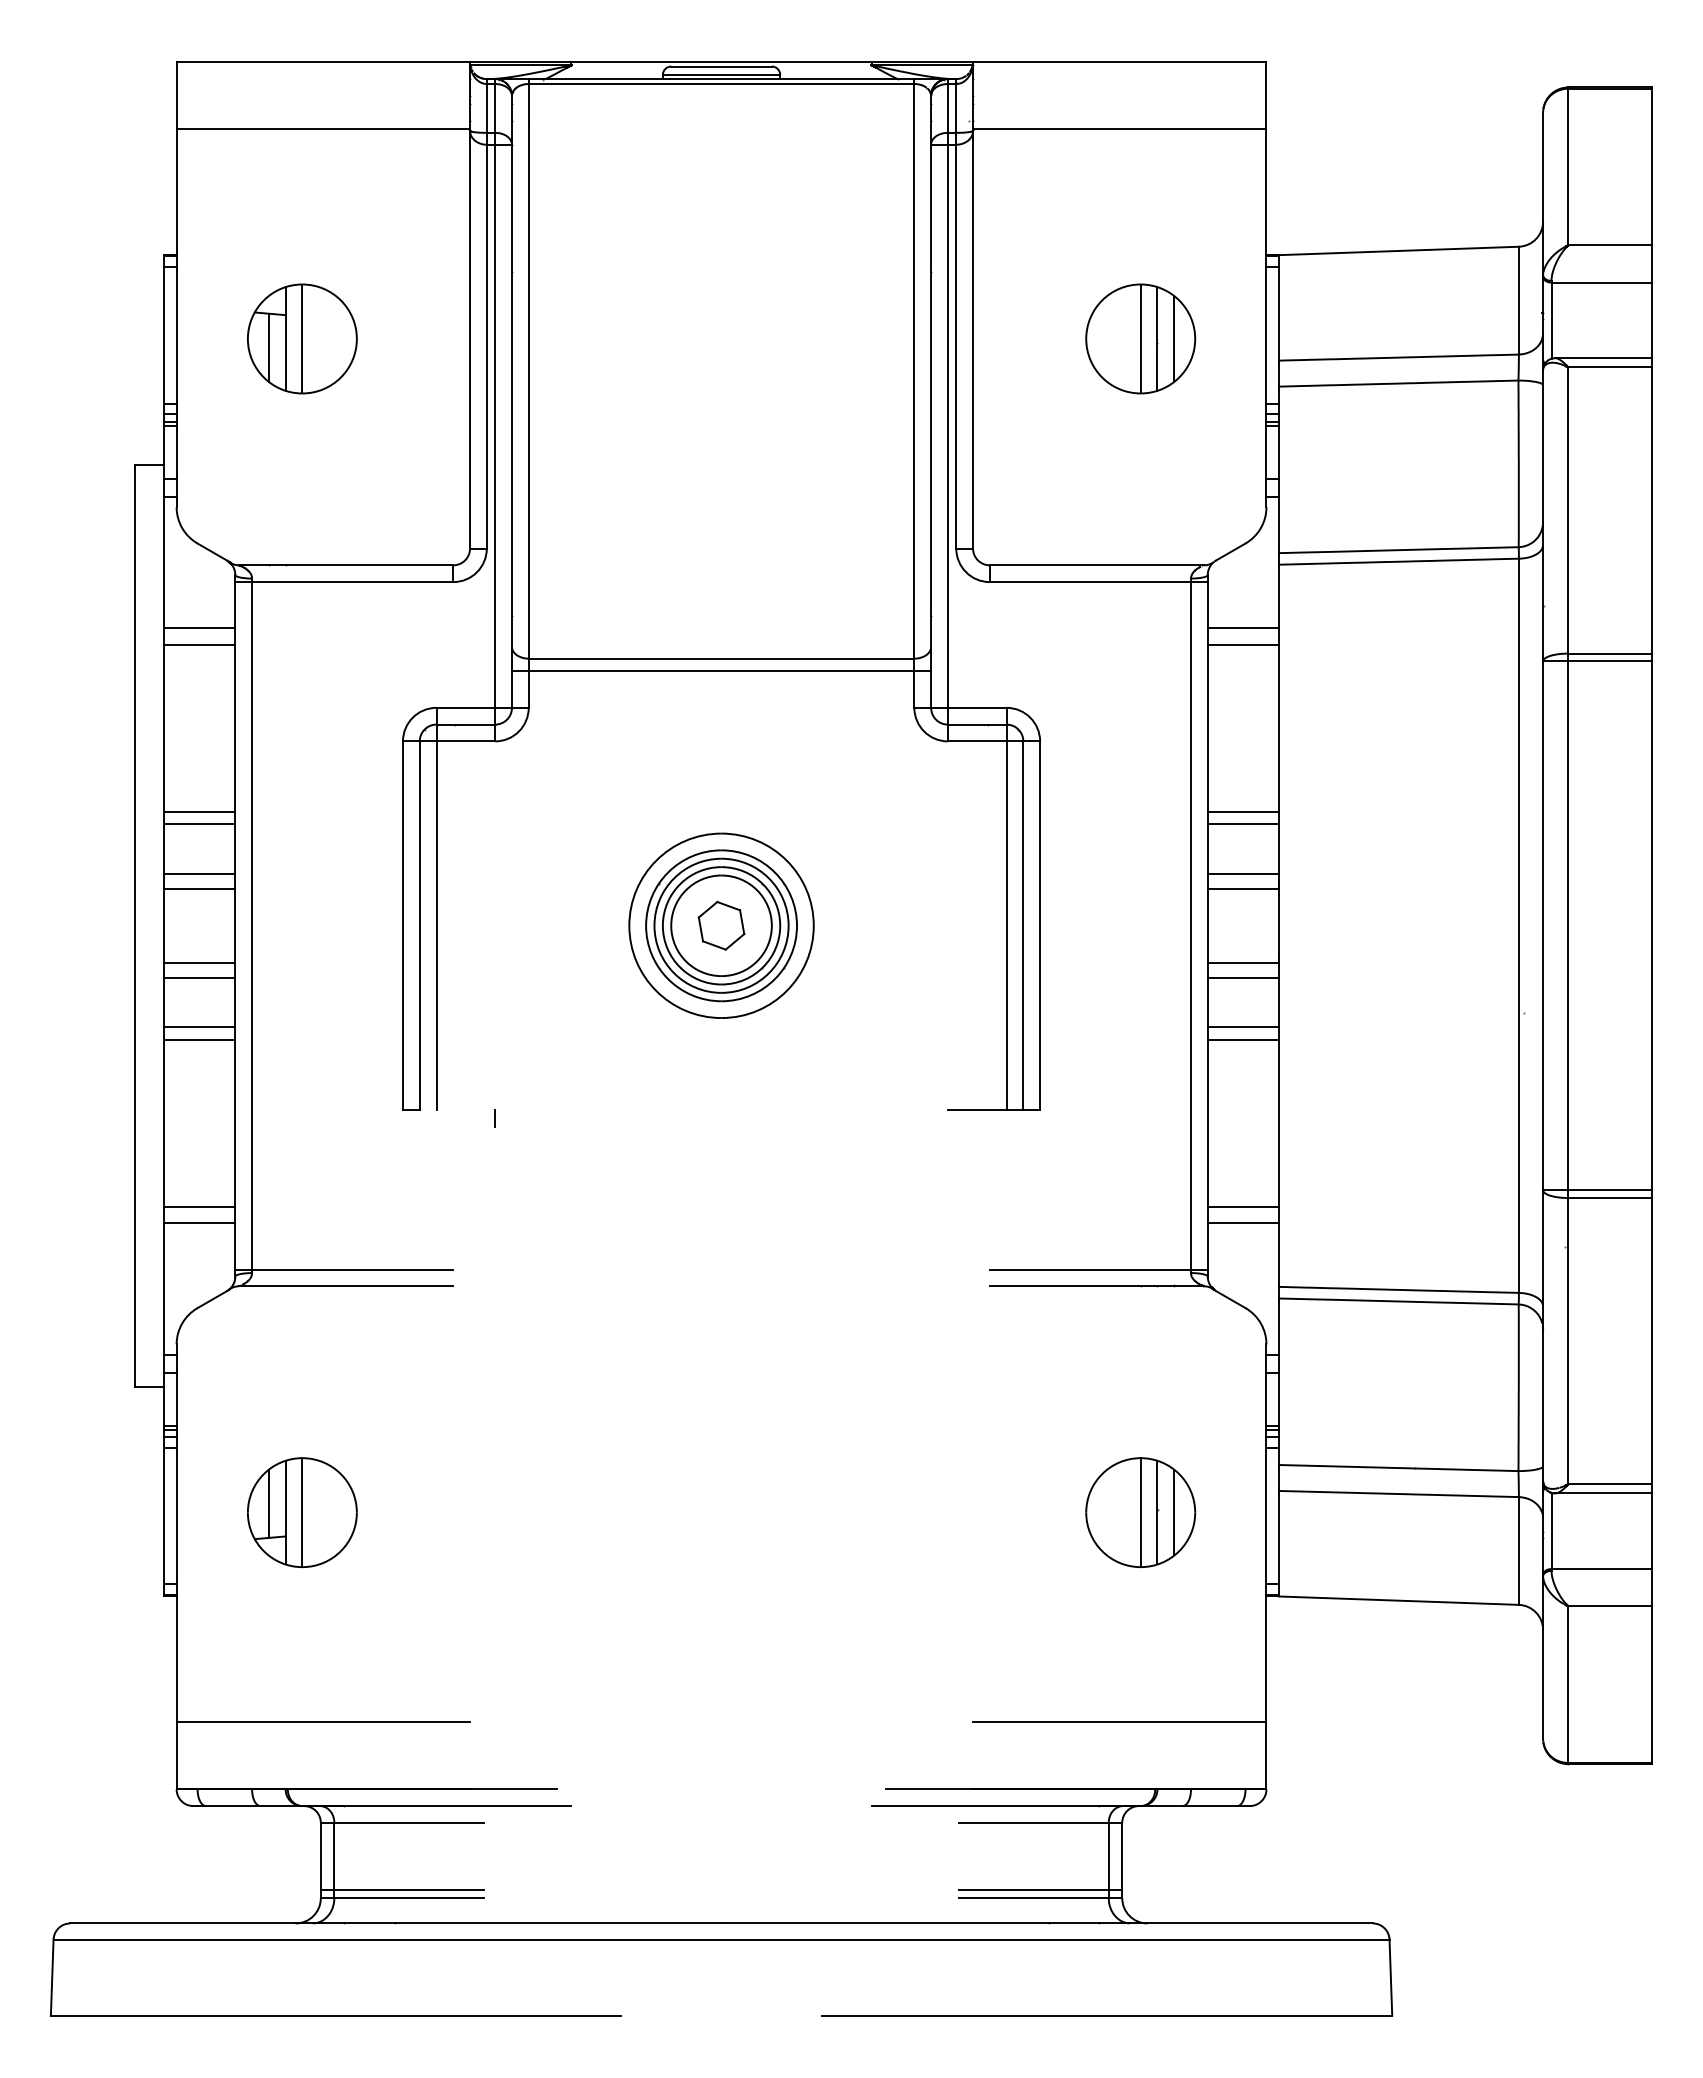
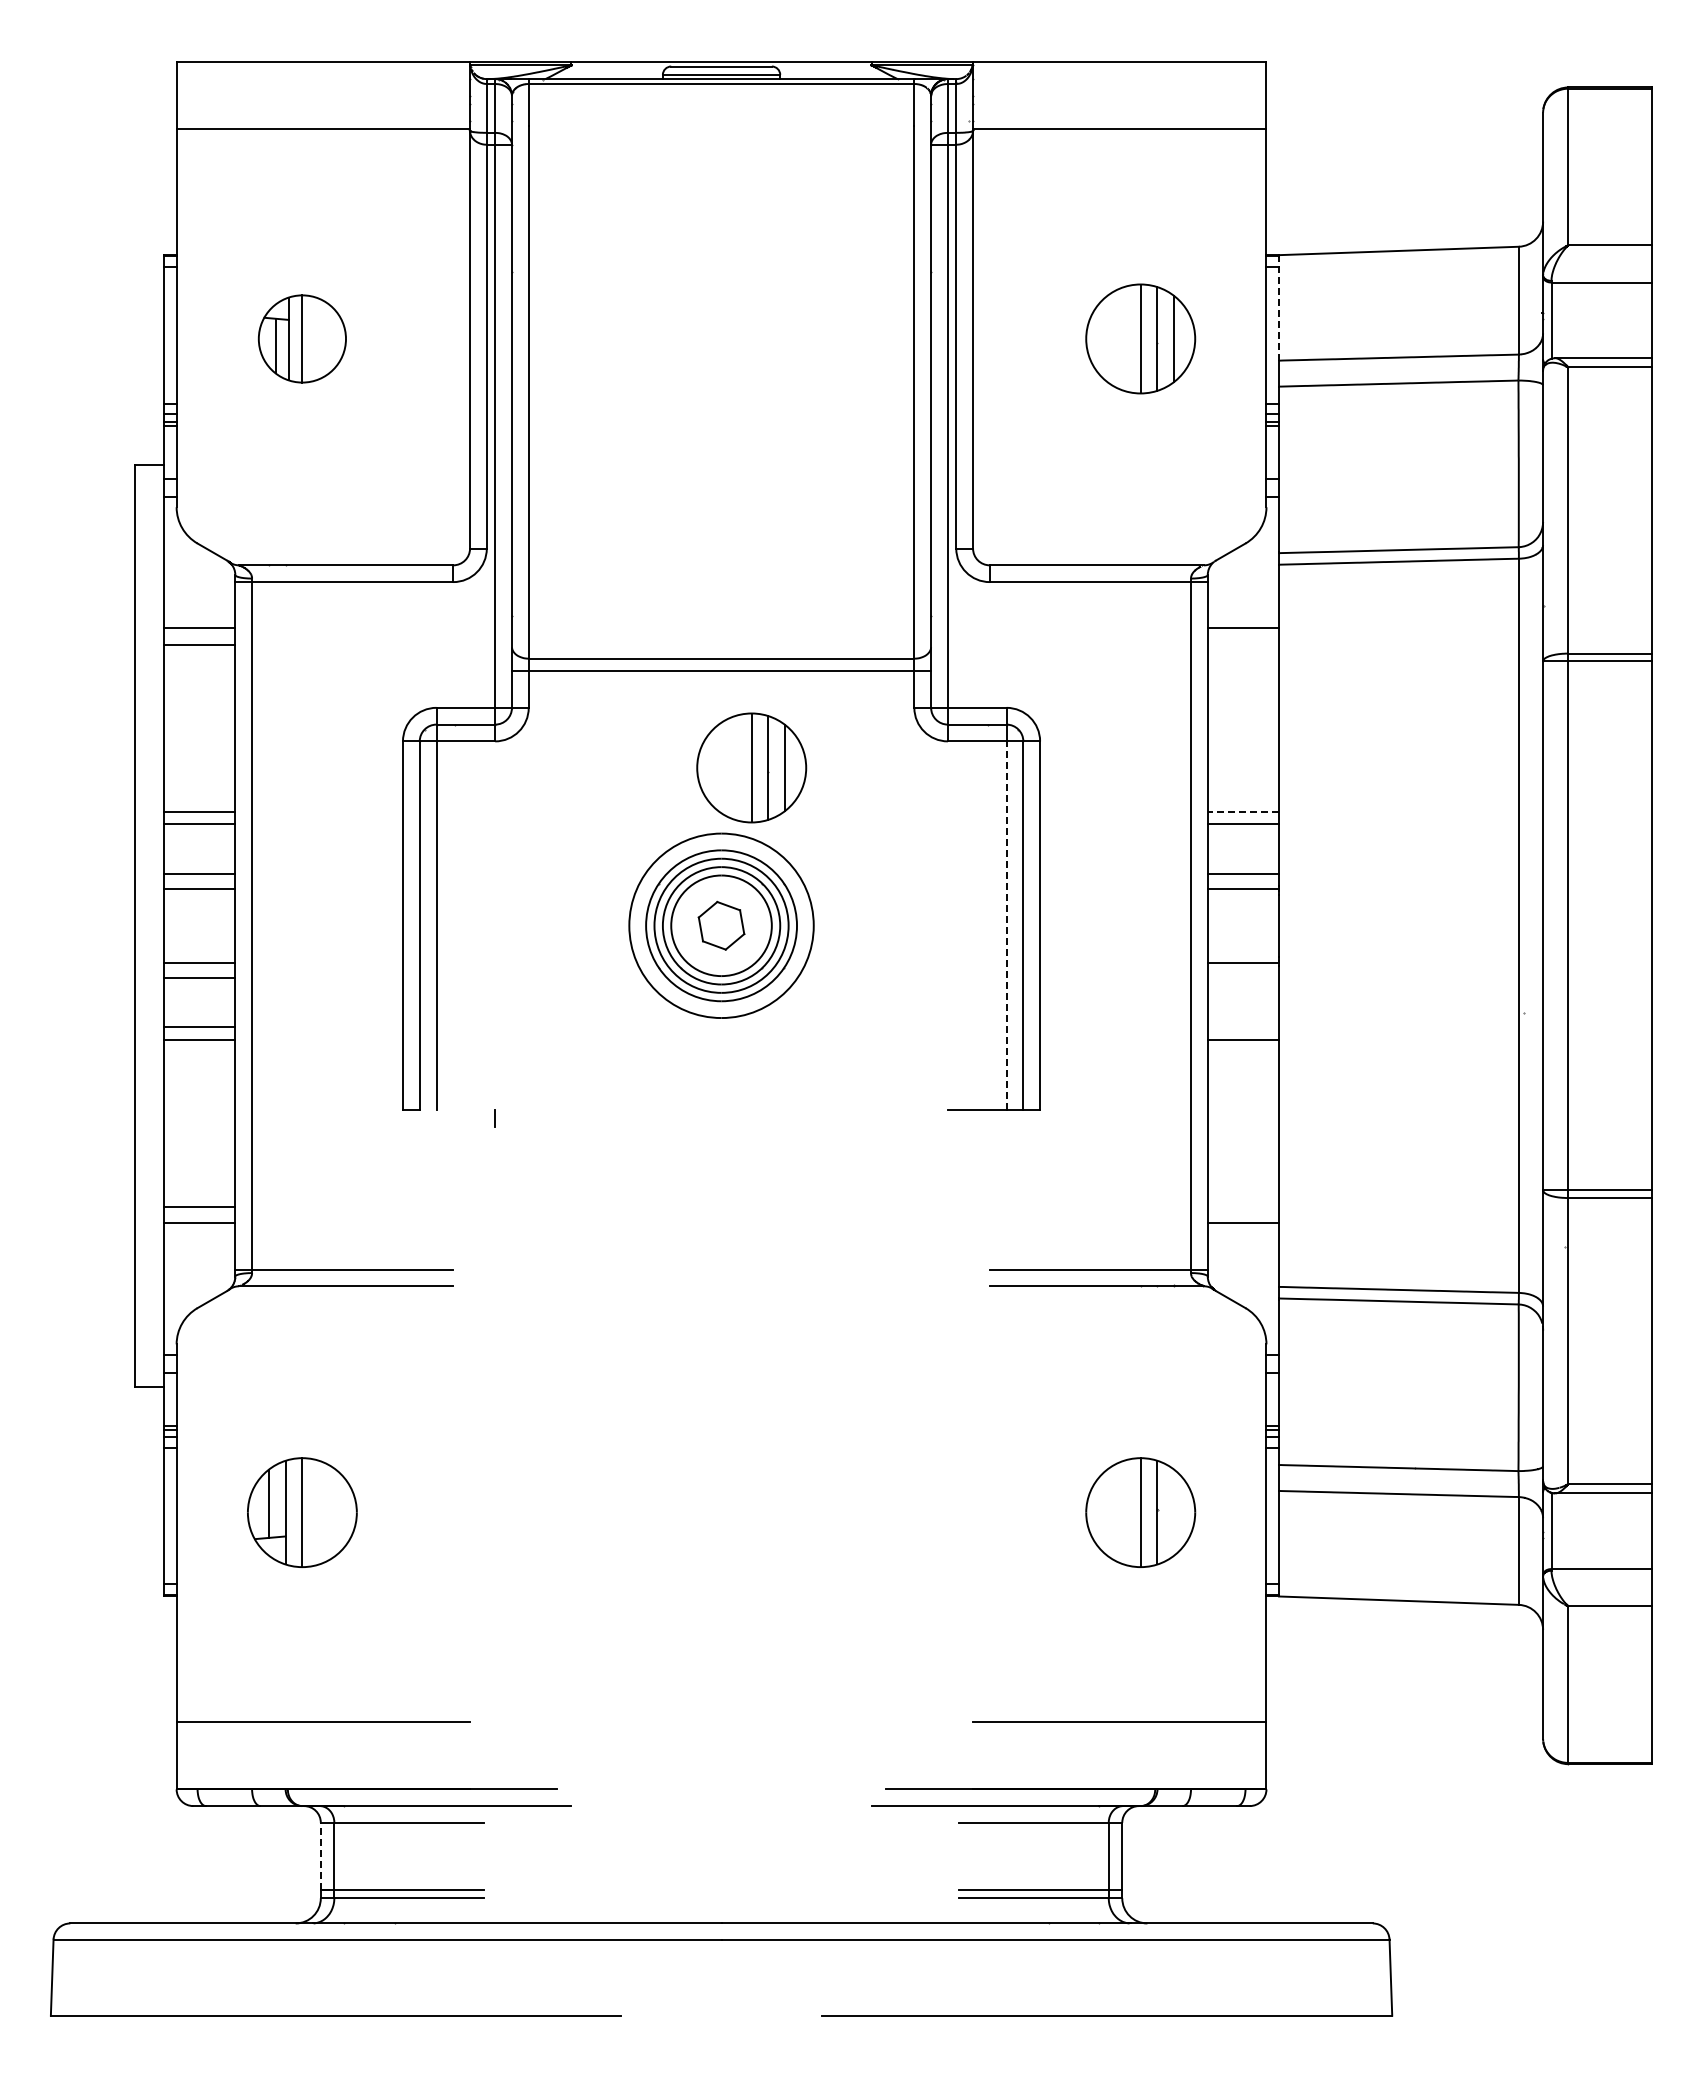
line at (1279, 308): solid -> dashed
part at (302, 338) size: 111x112 px -> 90x90 px
line at (1243, 644): present -> none
part at (751, 767): none -> present
line at (1243, 812): solid -> dashed
line at (1006, 925): solid -> dashed
line at (1243, 977): present -> none
line at (1243, 1027): present -> none
line at (1243, 1207): present -> none
line at (1174, 1512): present -> none
line at (320, 1856): solid -> dashed
